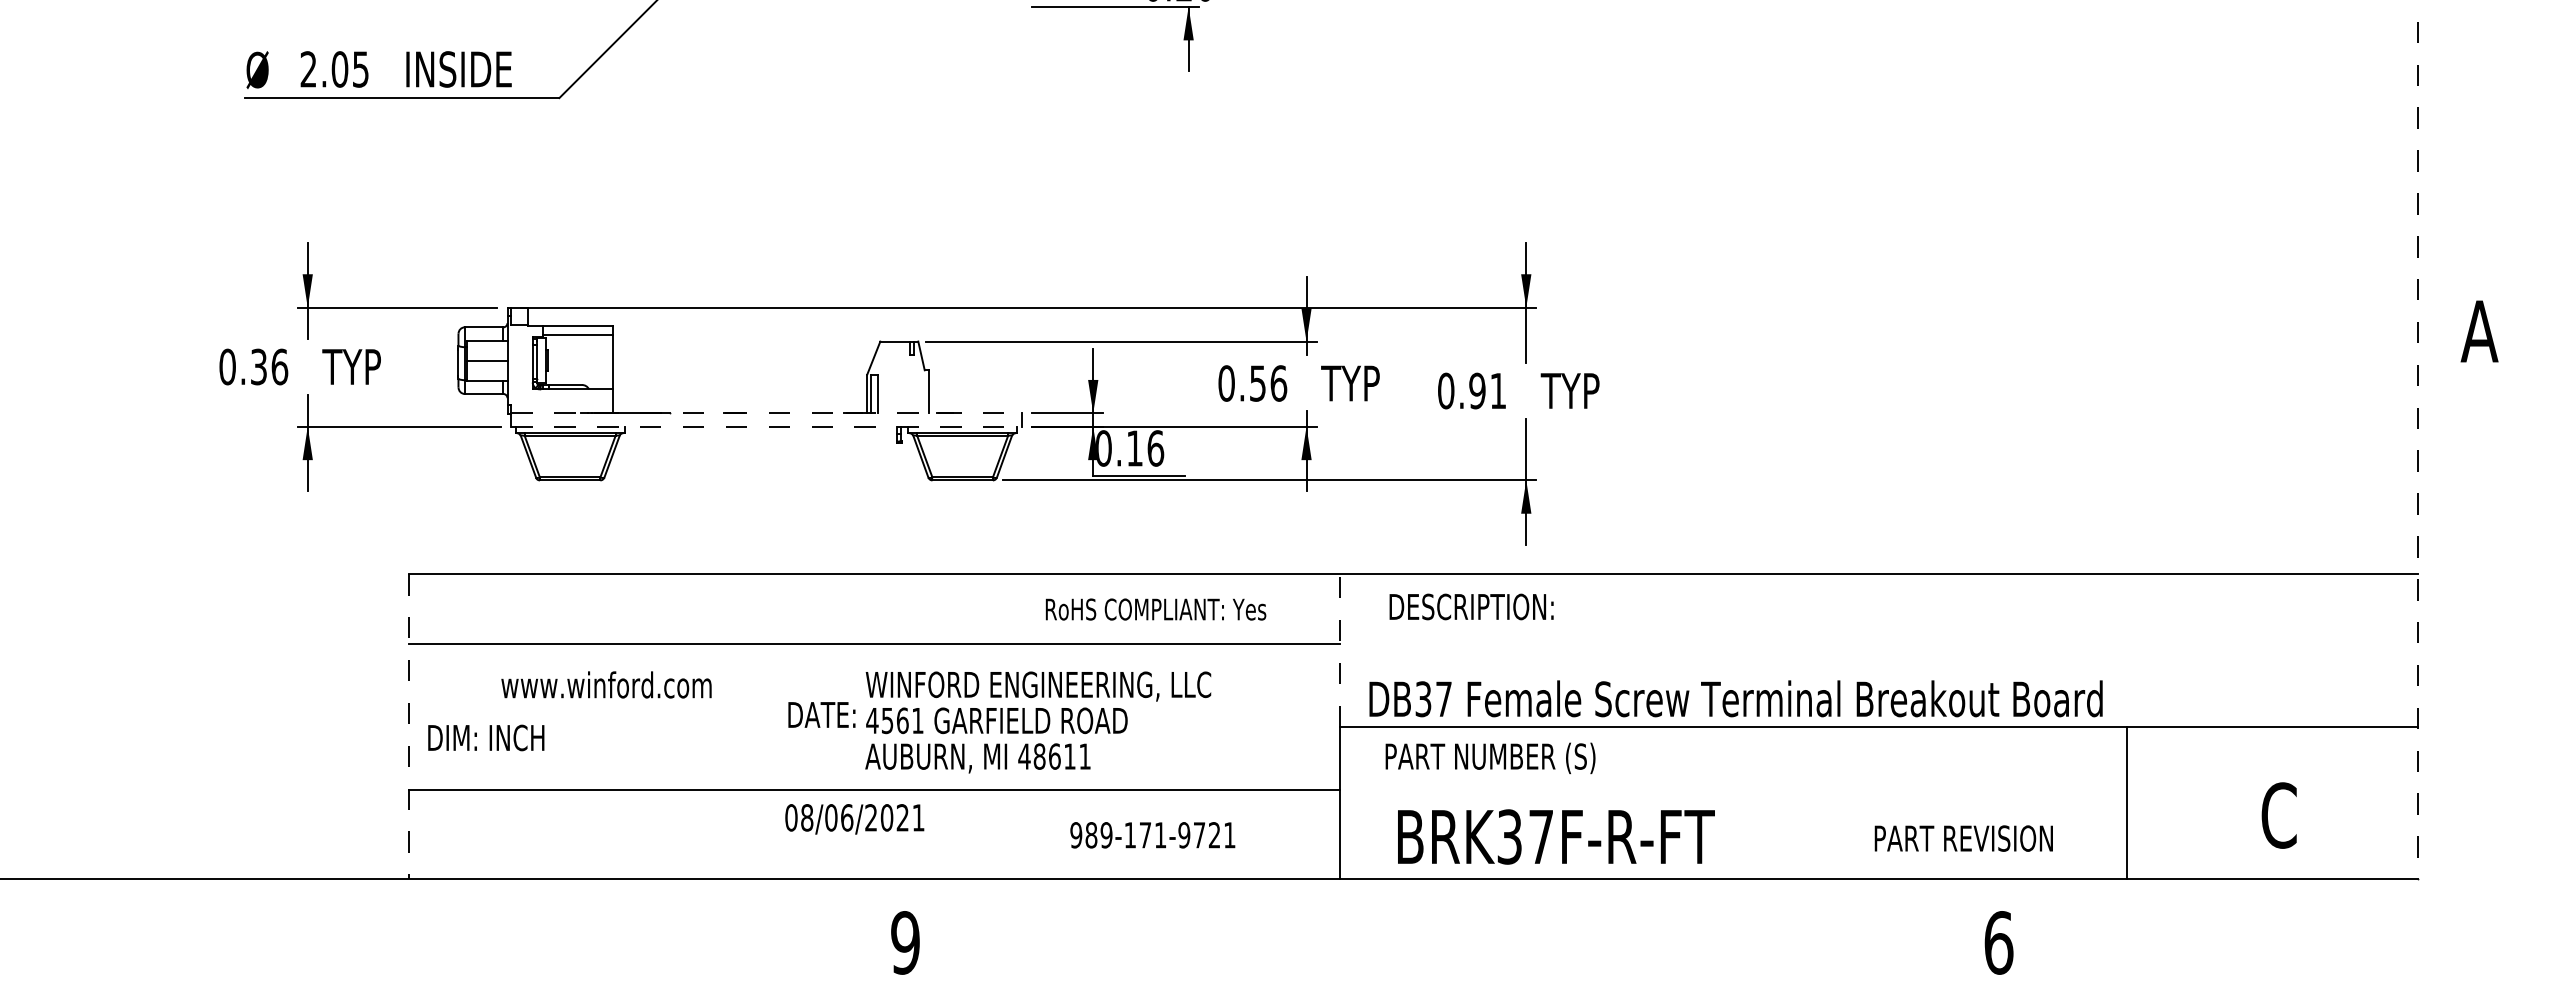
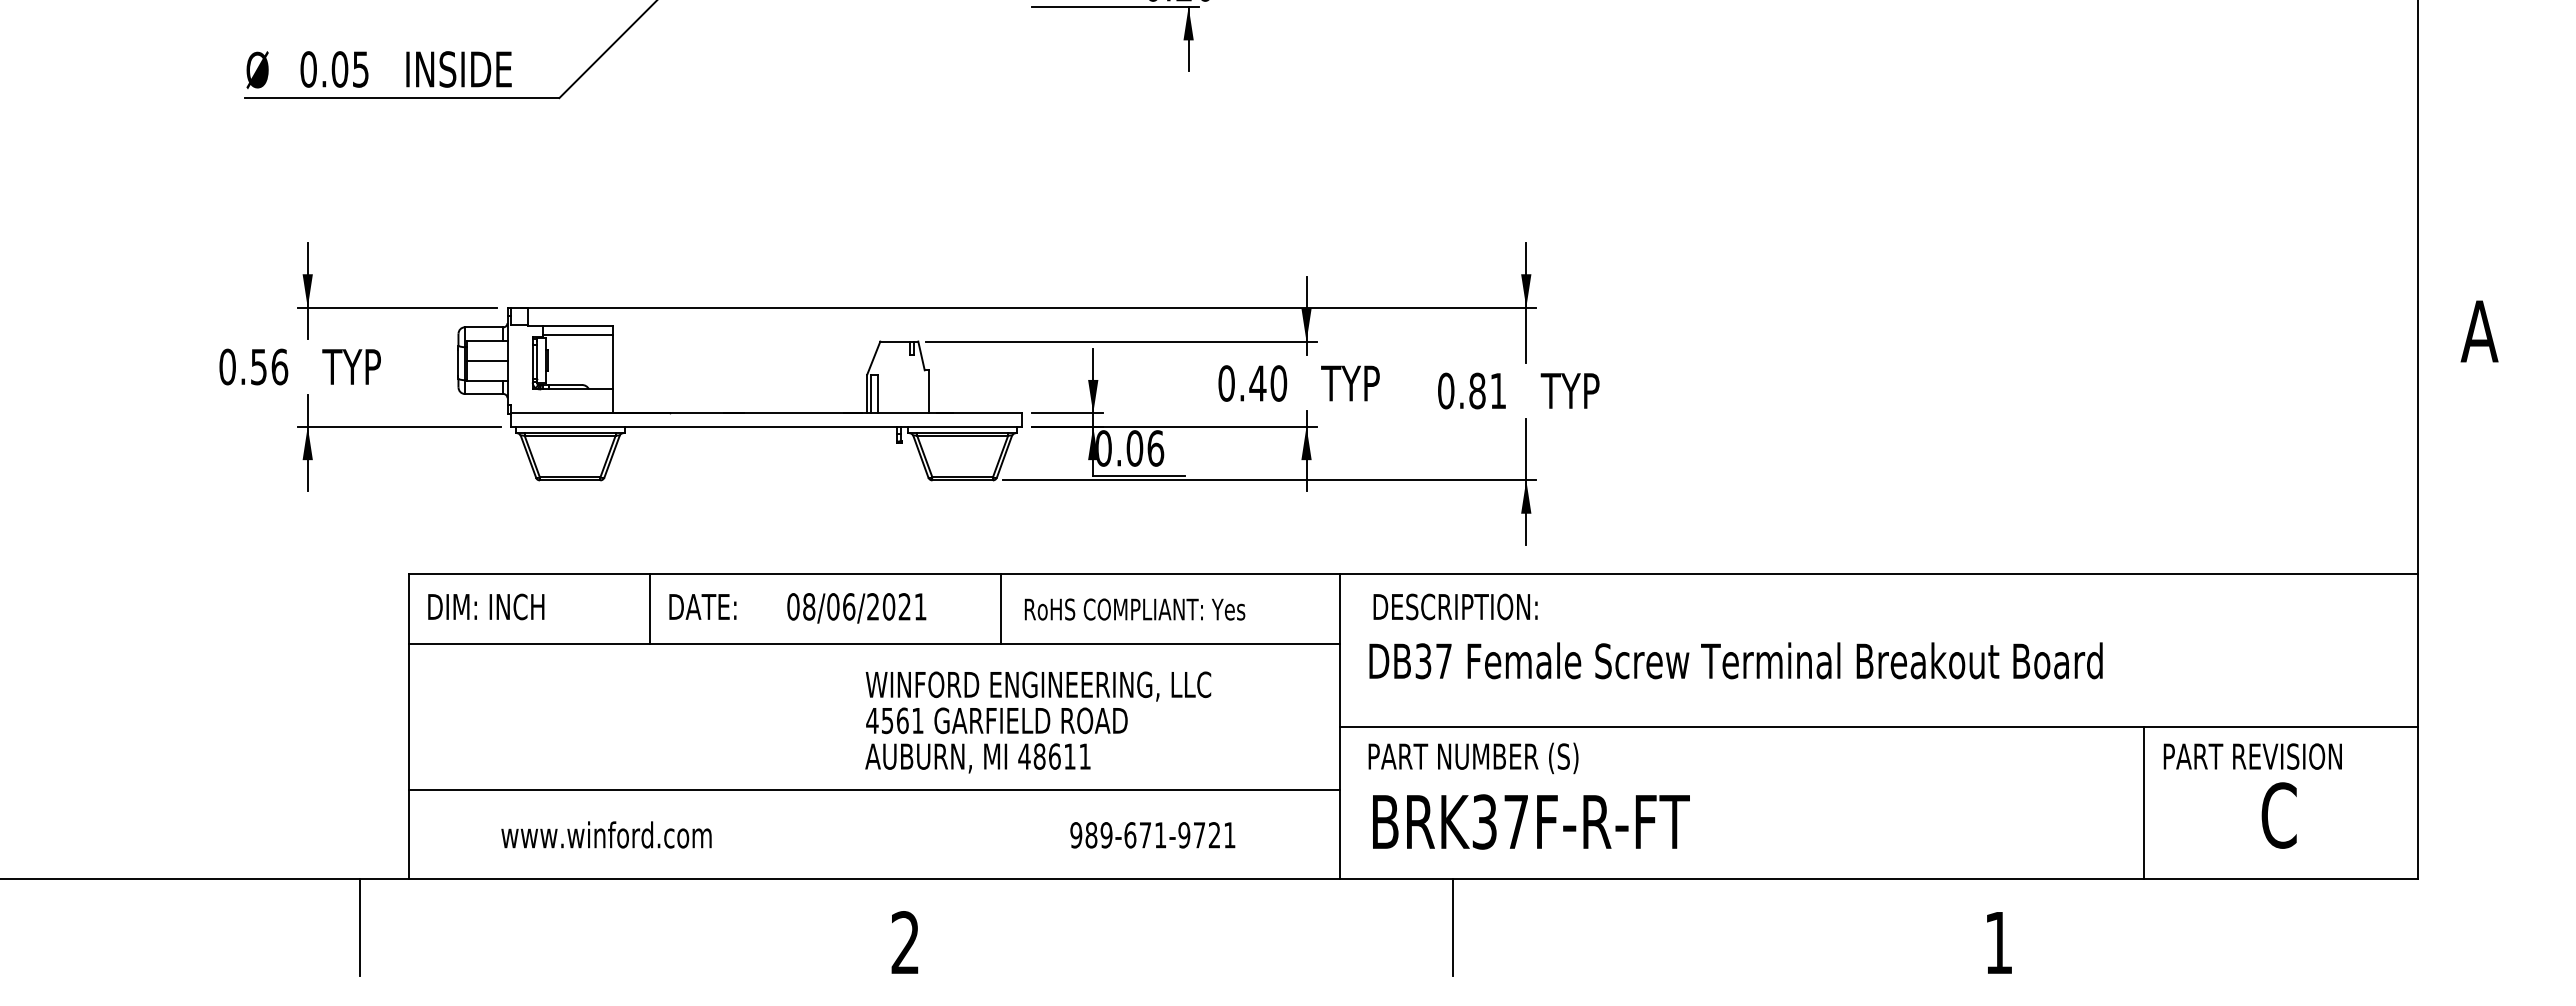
text at (308, 69): 2.05 -> 0.05
text at (258, 366): 0.36 -> 0.56
text at (1268, 383): 0.56 -> 0.40
text at (1477, 390): 0.91 -> 0.81
line at (767, 413): dashed -> solid
line at (767, 426): dashed -> solid
line at (2417, 440): dashed -> solid
text at (1134, 448): 0.16 -> 0.06
text at (1471, 606) position: (1471, 606) -> (1455, 606)
line at (649, 609): none -> present
line at (1000, 609): none -> present
text at (1155, 609) position: (1155, 609) -> (1134, 609)
line at (1339, 650): dashed -> solid
text at (606, 684) position: (606, 684) -> (606, 834)
text at (1735, 698) position: (1735, 698) -> (1735, 660)
text at (821, 714) position: (821, 714) -> (702, 606)
line at (408, 726): dashed -> solid
text at (486, 737) position: (486, 737) -> (486, 606)
text at (1490, 758) position: (1490, 758) -> (1473, 758)
line at (2127, 803) position: (2127, 803) -> (2144, 803)
text at (854, 819) position: (854, 819) -> (856, 608)
text at (1130, 835): 989-171-9721 -> 989-671-9721
text at (1556, 836) position: (1556, 836) -> (1531, 821)
text at (1963, 838) position: (1963, 838) -> (2252, 756)
line at (359, 927): none -> present
line at (1452, 927): none -> present
text at (905, 942): 9 -> 2
text at (1998, 942): 6 -> 1
